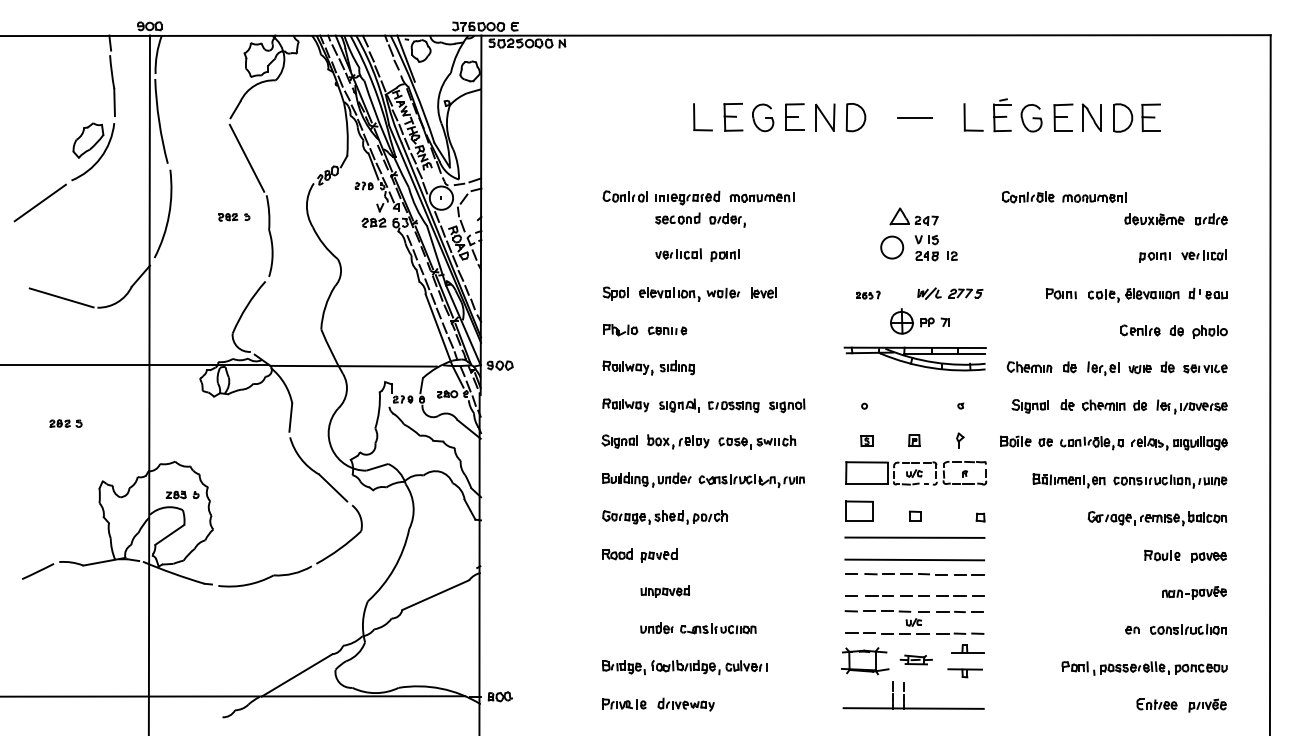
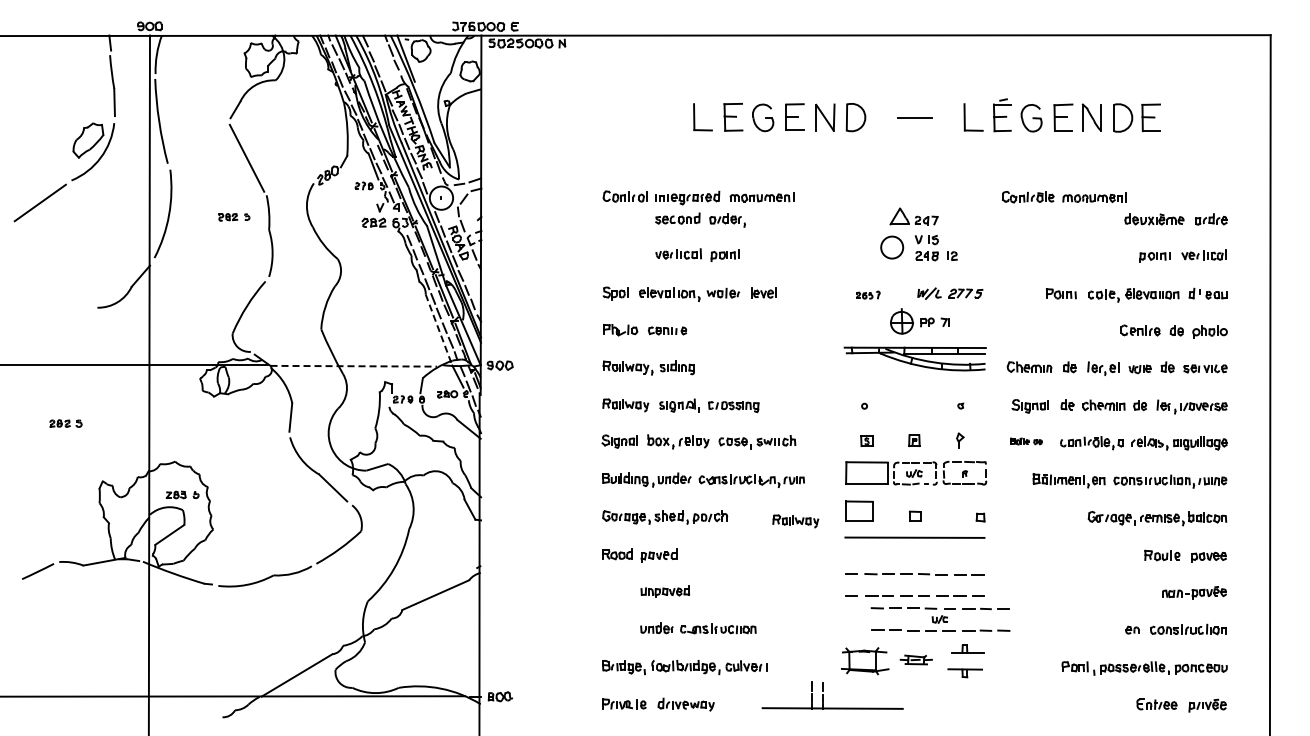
line at (61, 297): present -> none
line at (439, 329): solid -> dashed
line at (354, 366): solid -> dashed
part at (787, 405): present -> none
part at (1026, 441) size: 53x13 px -> 33x9 px
part at (795, 521): none -> present
line at (914, 559): present -> none
part at (914, 622) position: (914, 622) -> (940, 619)
part at (904, 695) position: (904, 695) -> (823, 695)
